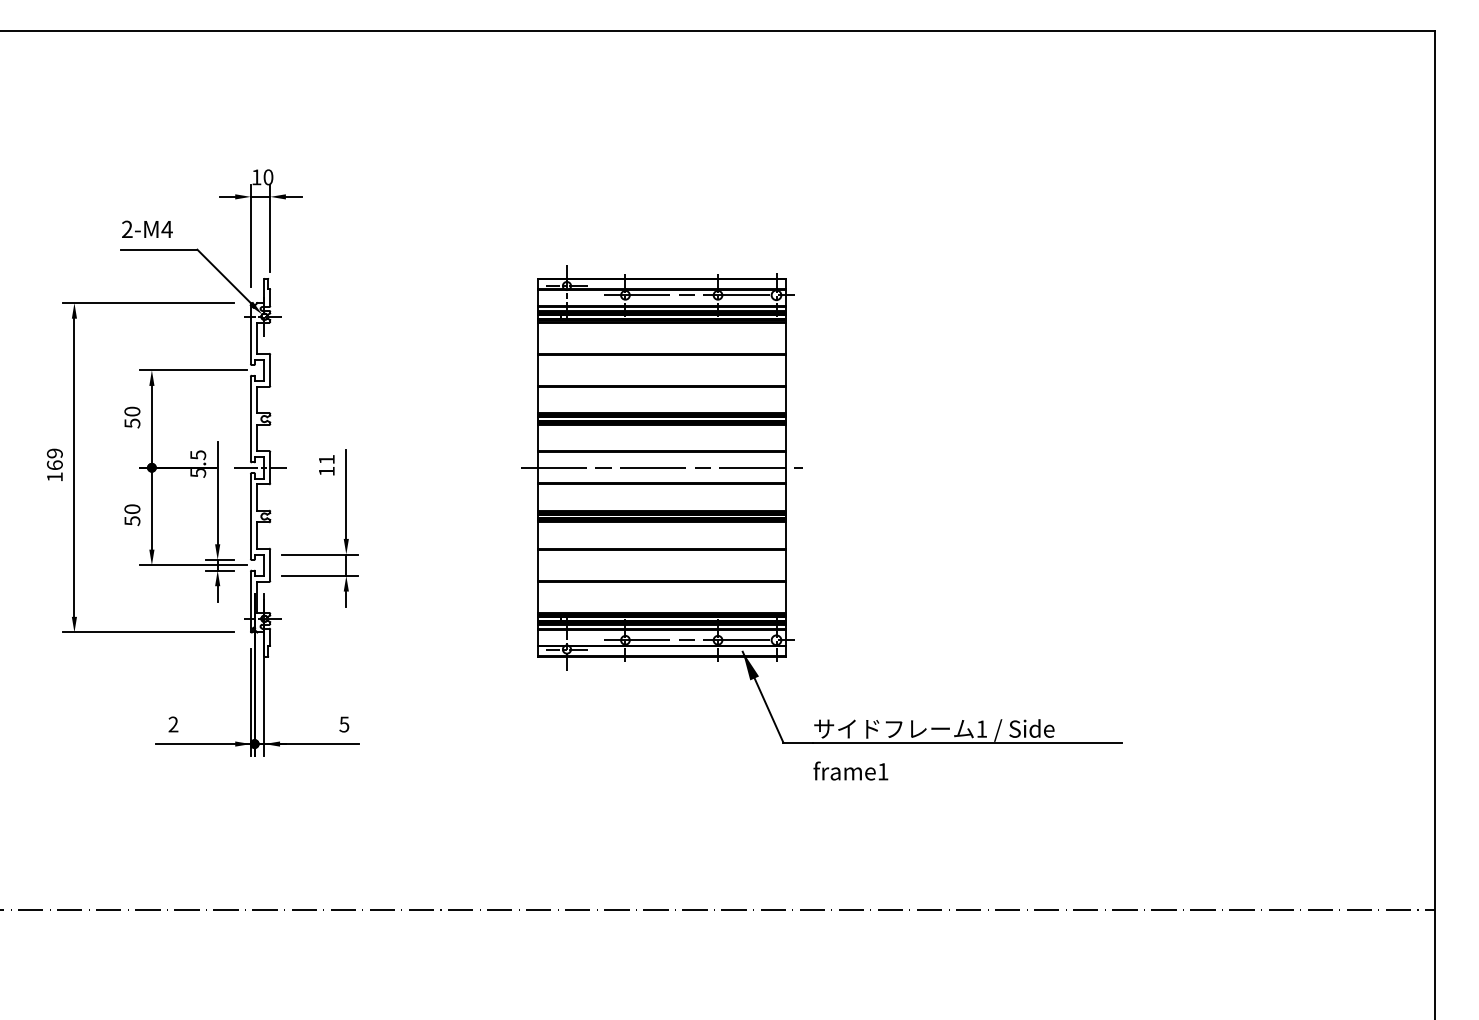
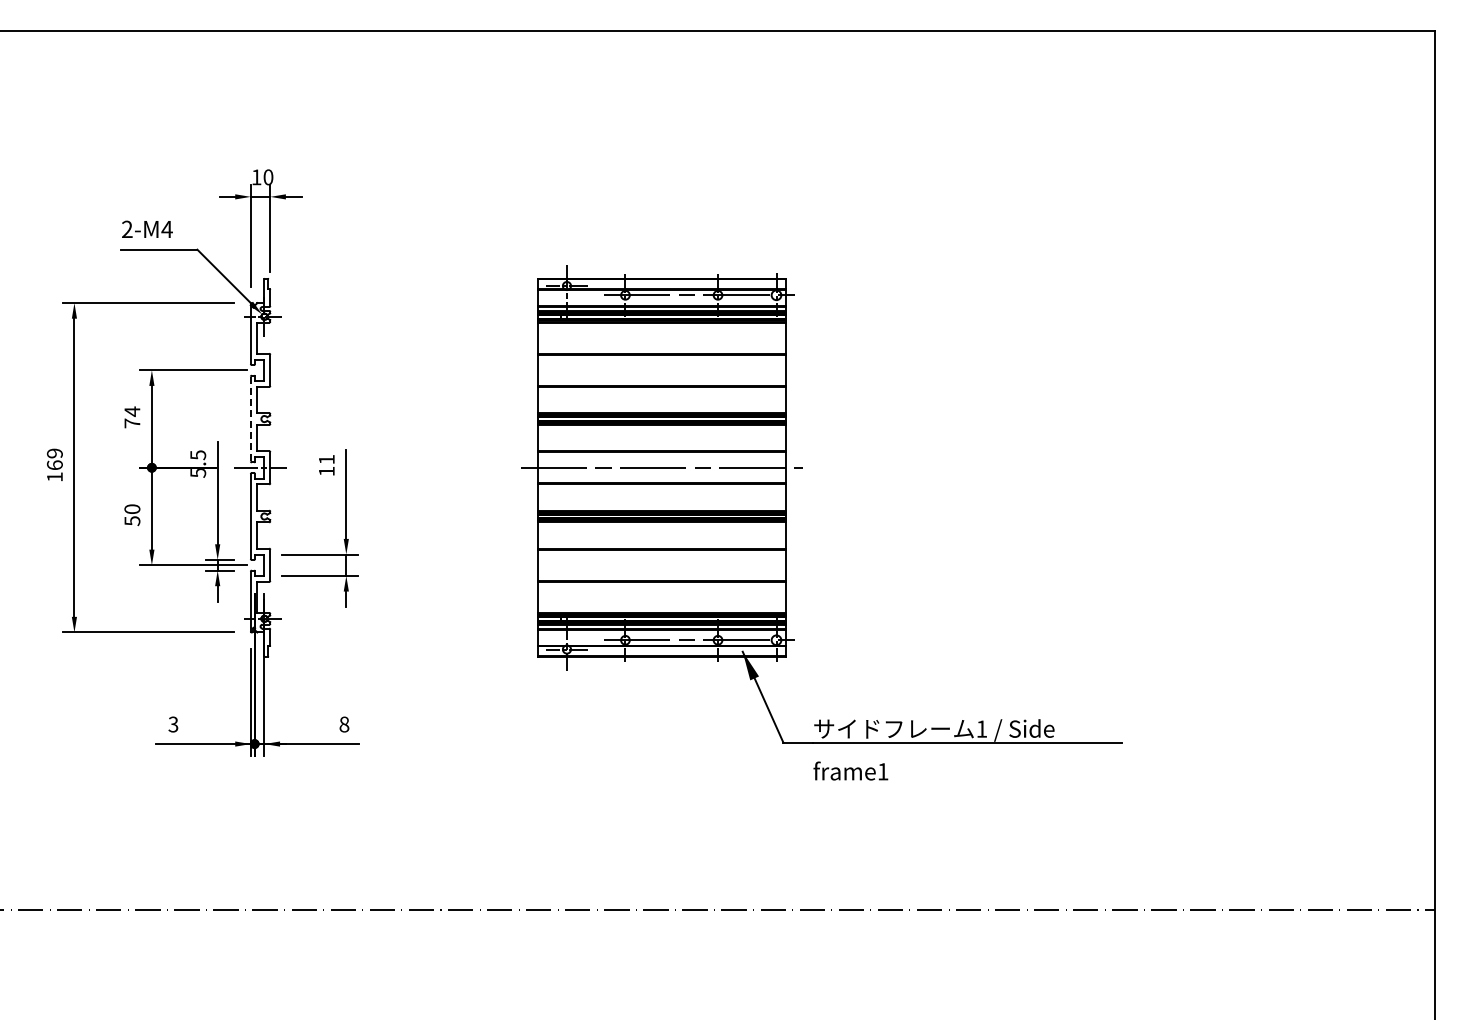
text at (132, 417): 50 -> 74
line at (250, 418): solid -> dashed
text at (173, 724): 2 -> 3
text at (344, 724): 5 -> 8
